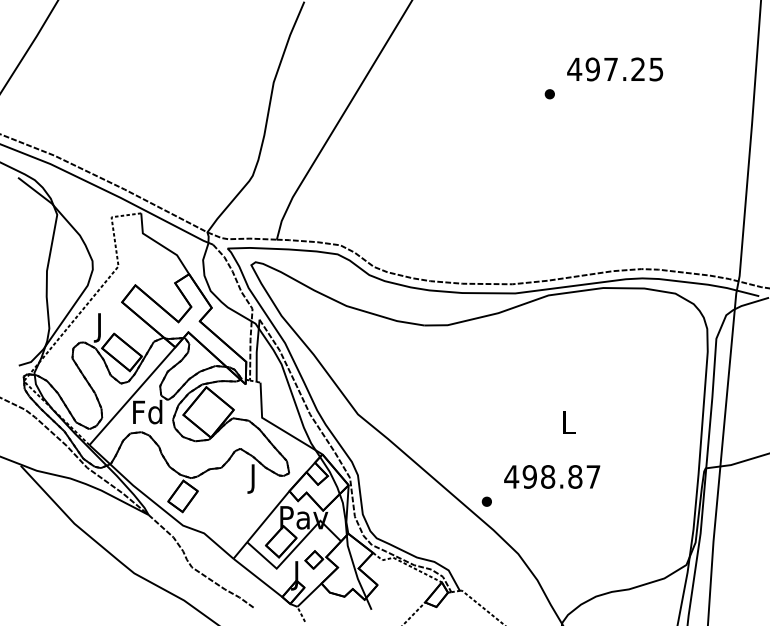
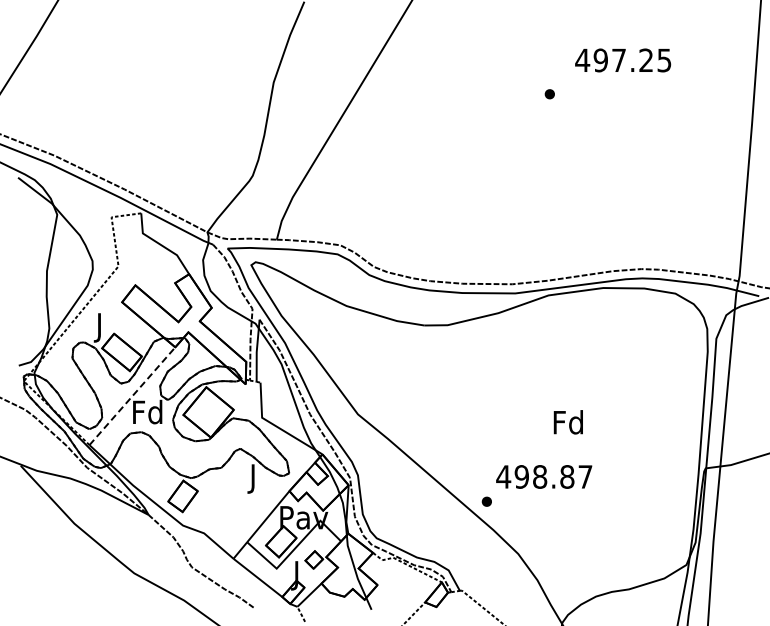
text at (615, 69) position: (615, 69) -> (623, 60)
line at (132, 395): solid -> dashed
text at (567, 422): L -> Fd
text at (552, 476) position: (552, 476) -> (544, 476)
